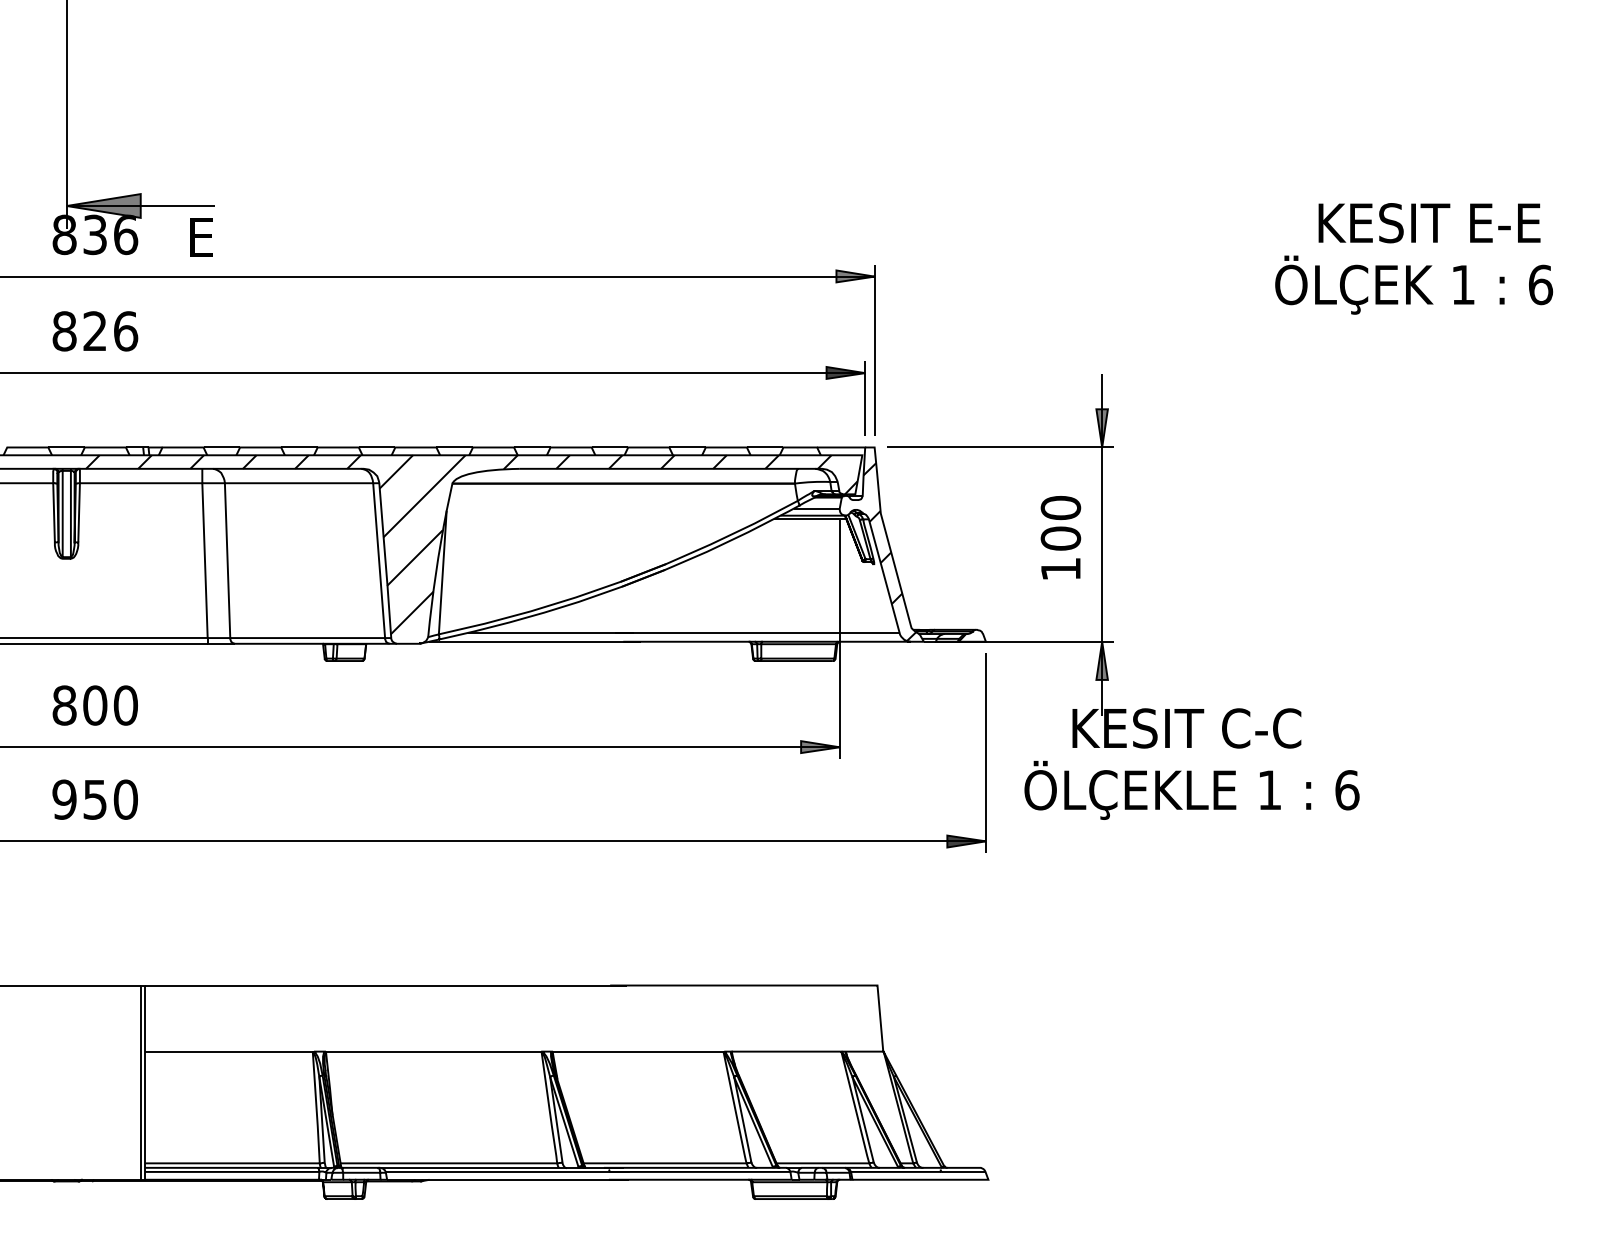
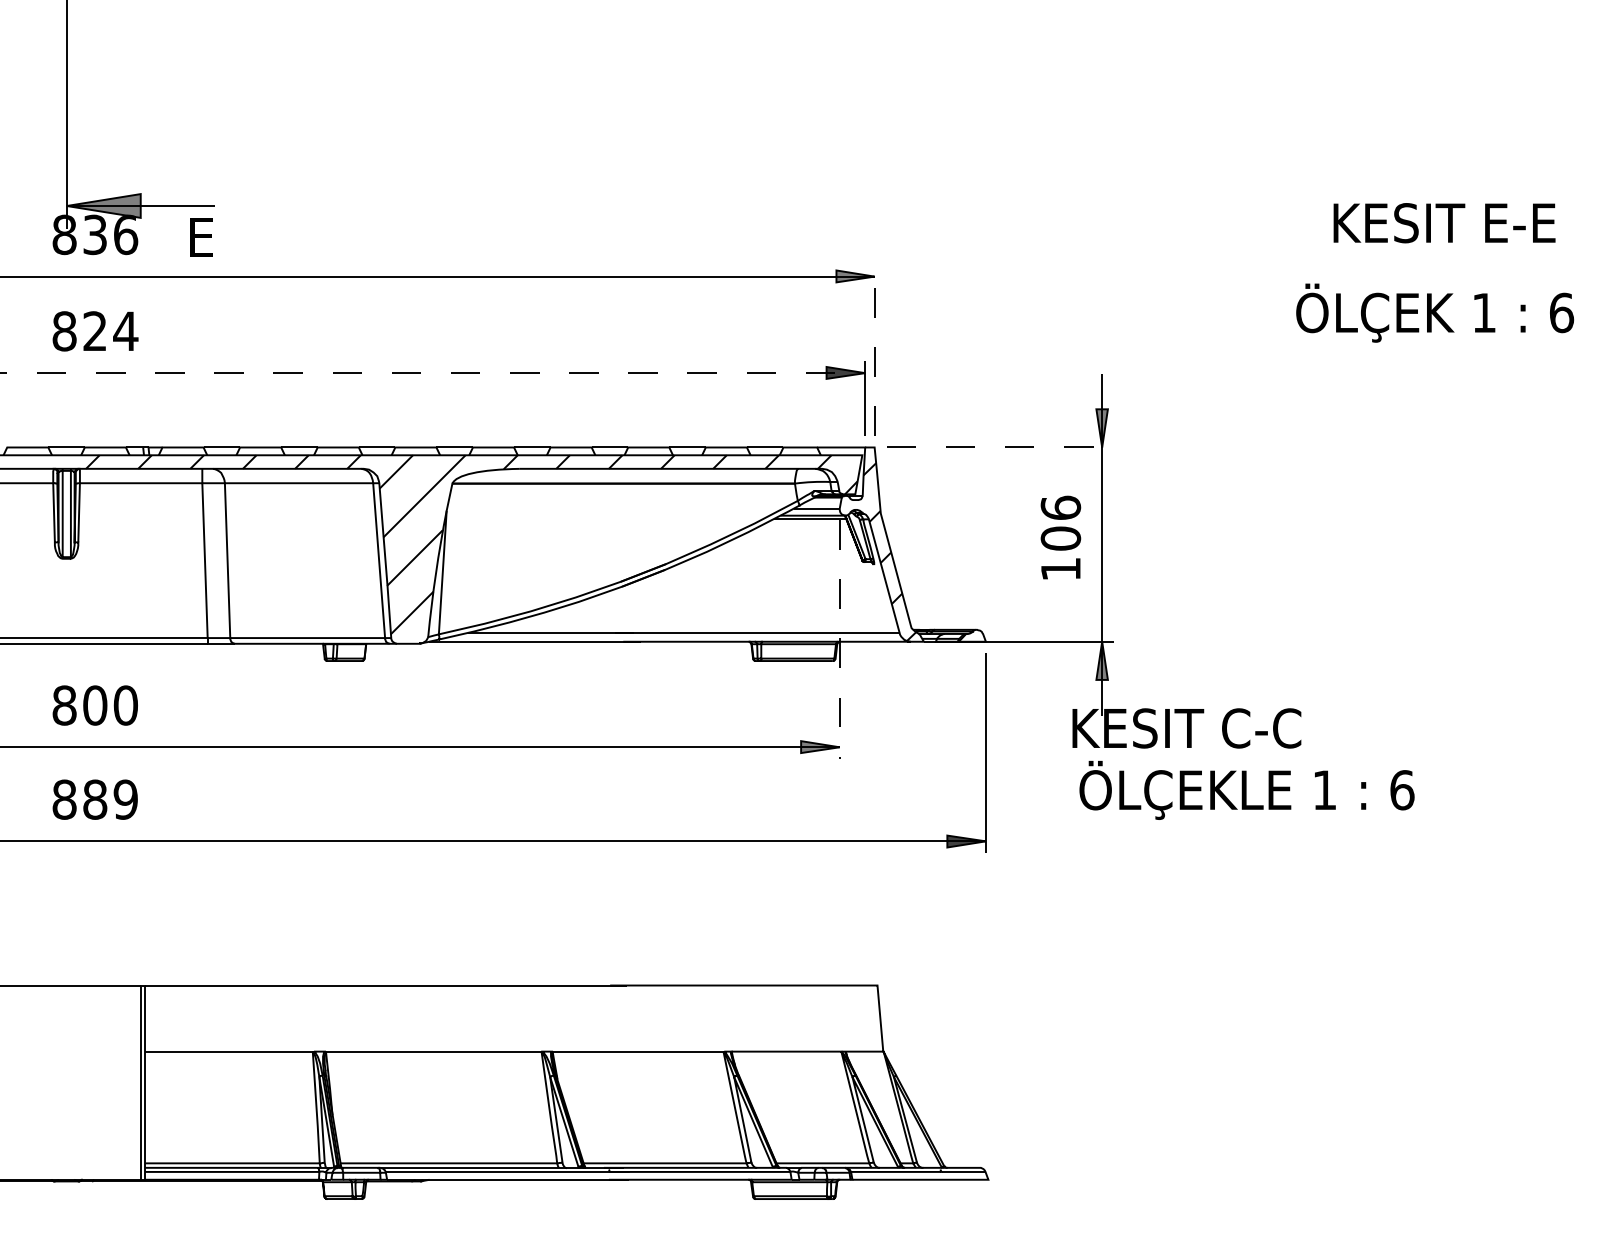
text at (1429, 223) position: (1429, 223) -> (1444, 223)
text at (1414, 284) position: (1414, 284) -> (1435, 312)
text at (125, 331): 826 -> 824
line at (874, 350): solid -> dashed
line at (433, 373): solid -> dashed
line at (1000, 447): solid -> dashed
text at (1060, 507): 100 -> 106
line at (839, 640): solid -> dashed
text at (1191, 790) position: (1191, 790) -> (1246, 790)
text at (94, 799): 950 -> 889
